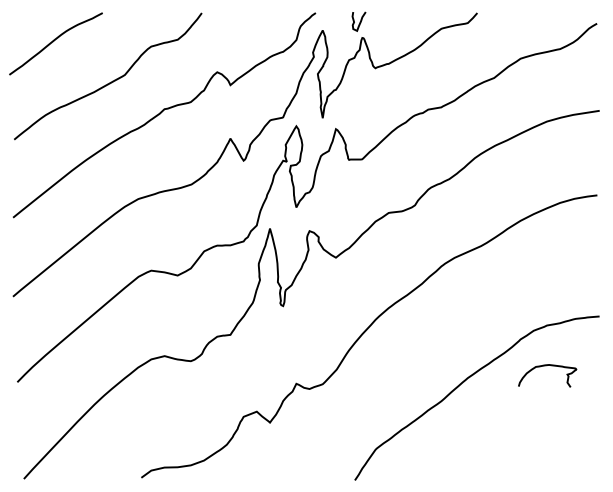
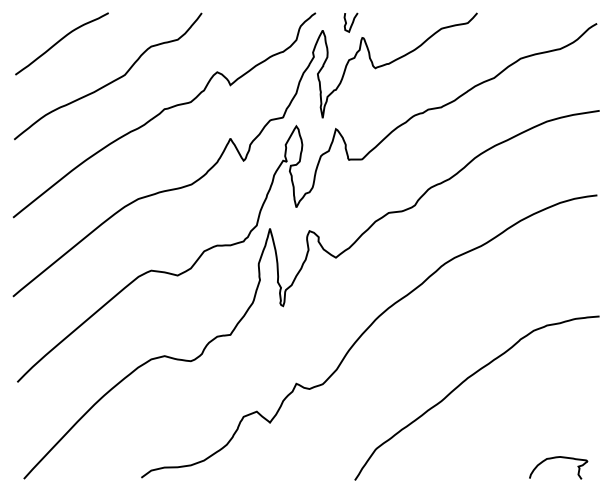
curve at (359, 22) position: (359, 22) -> (351, 23)
curve at (54, 41) position: (54, 41) -> (60, 41)
curve at (546, 366) position: (546, 366) -> (557, 458)
